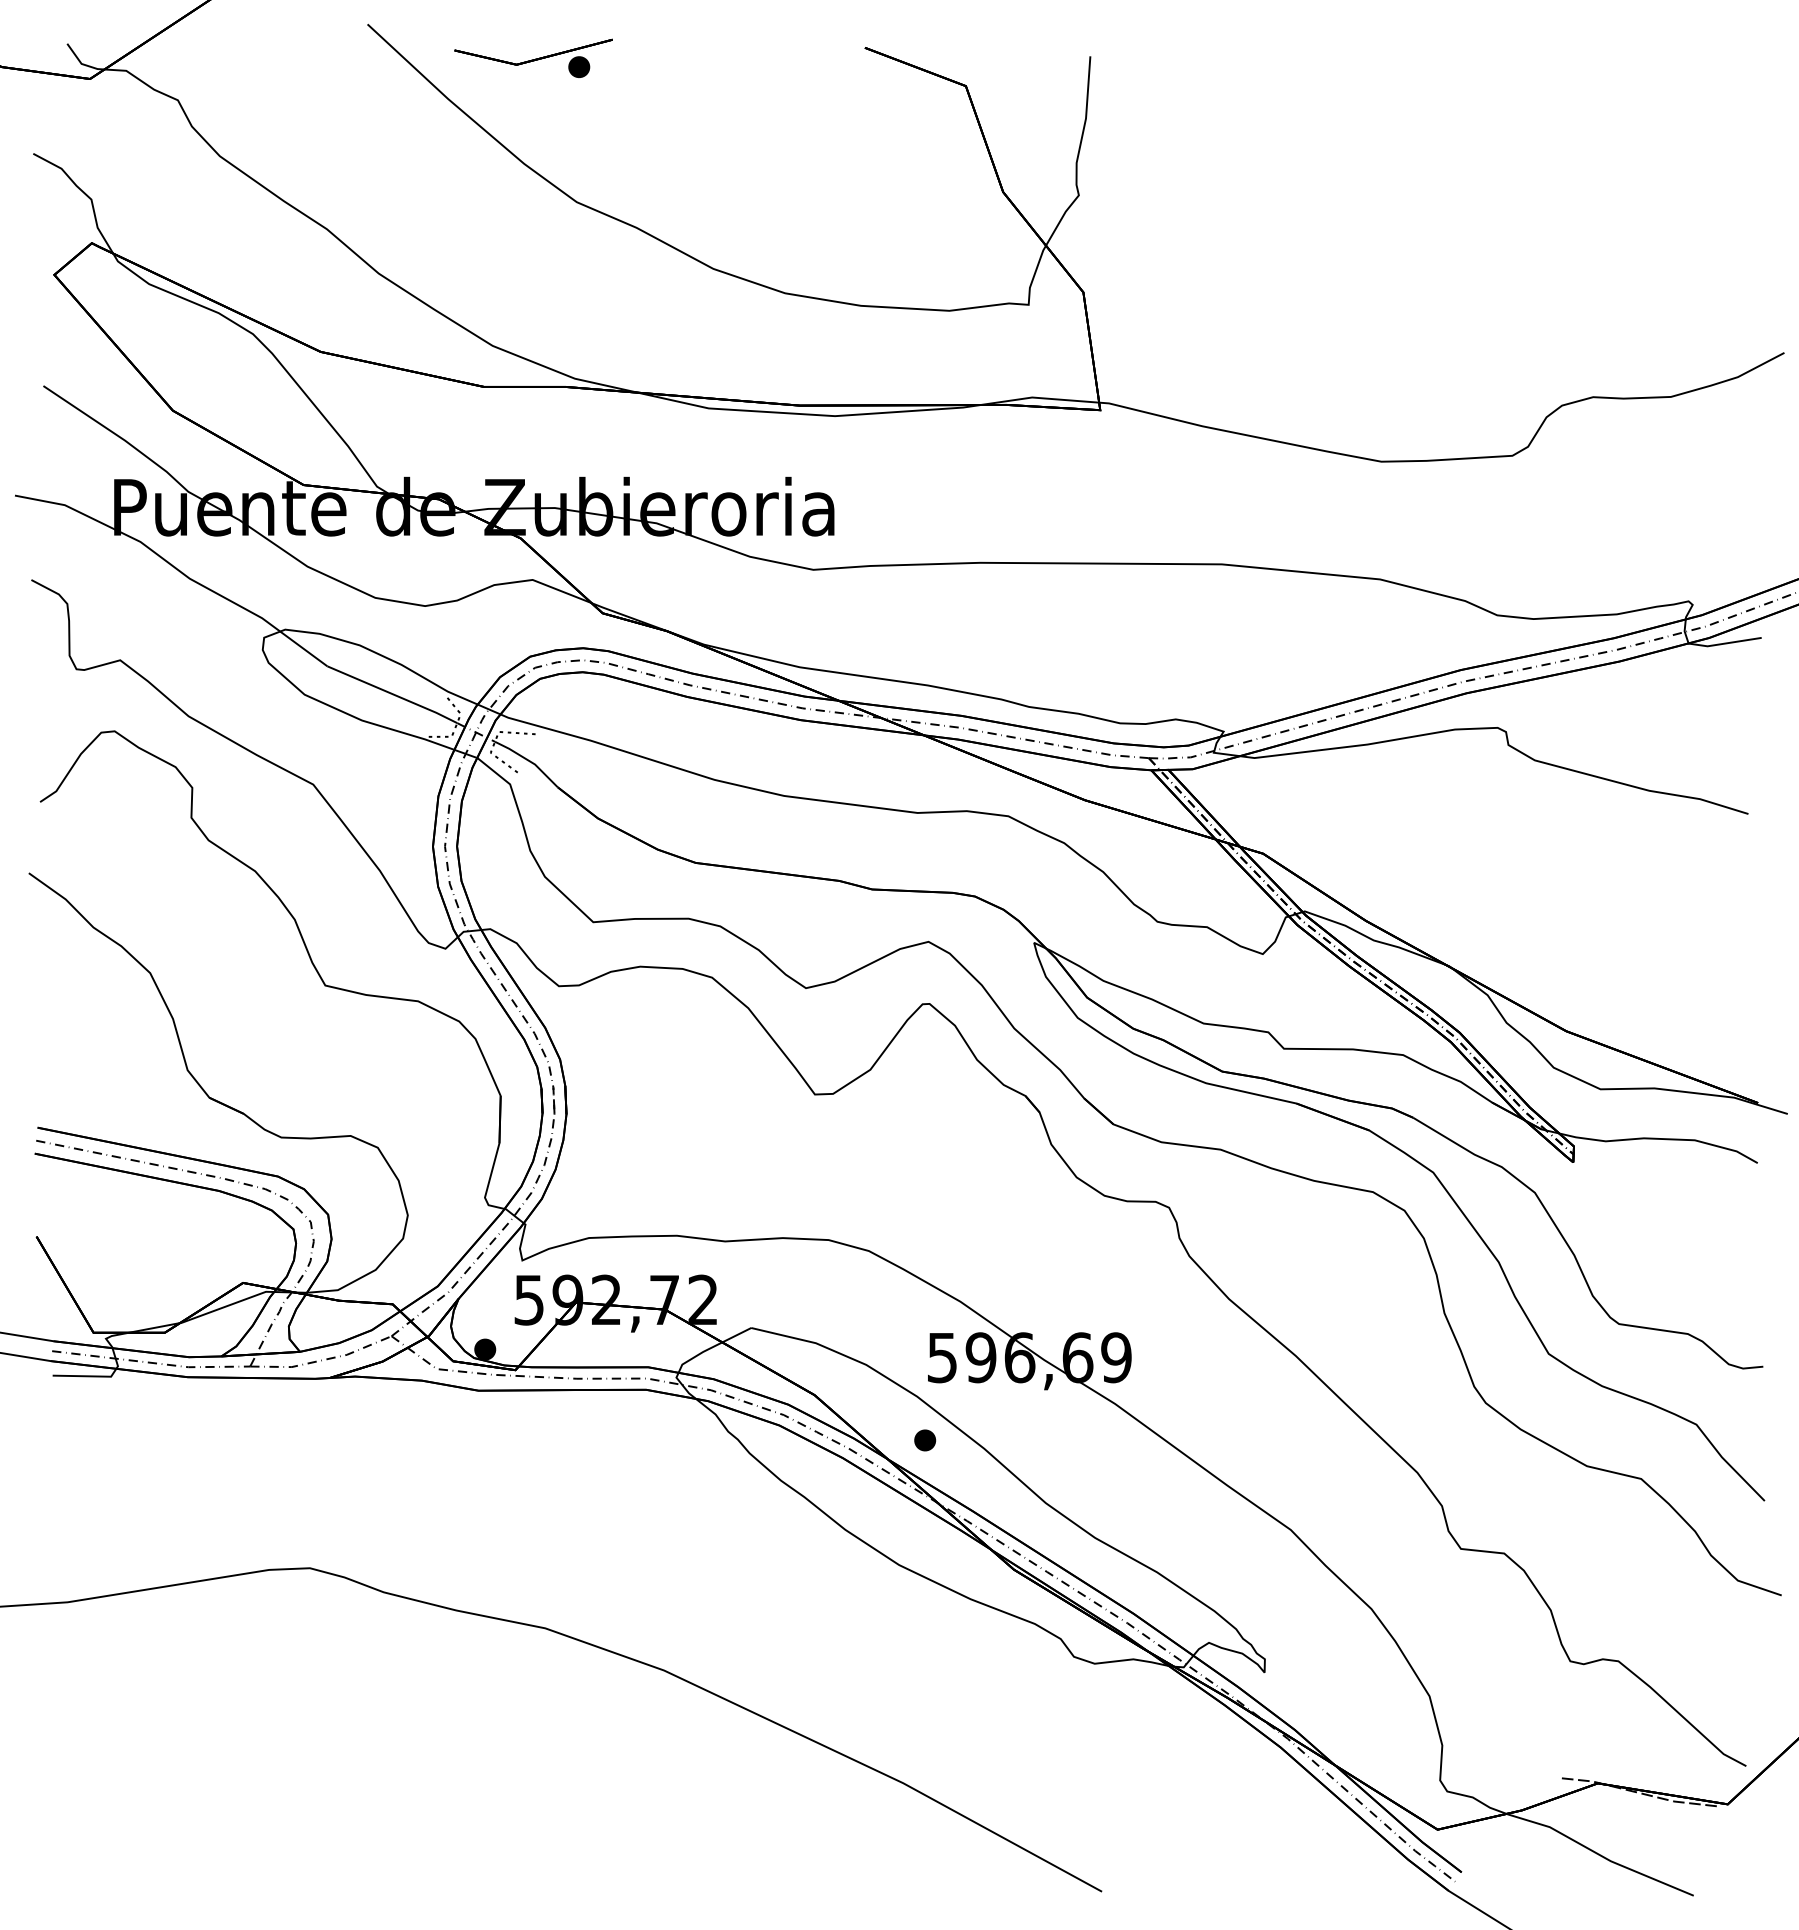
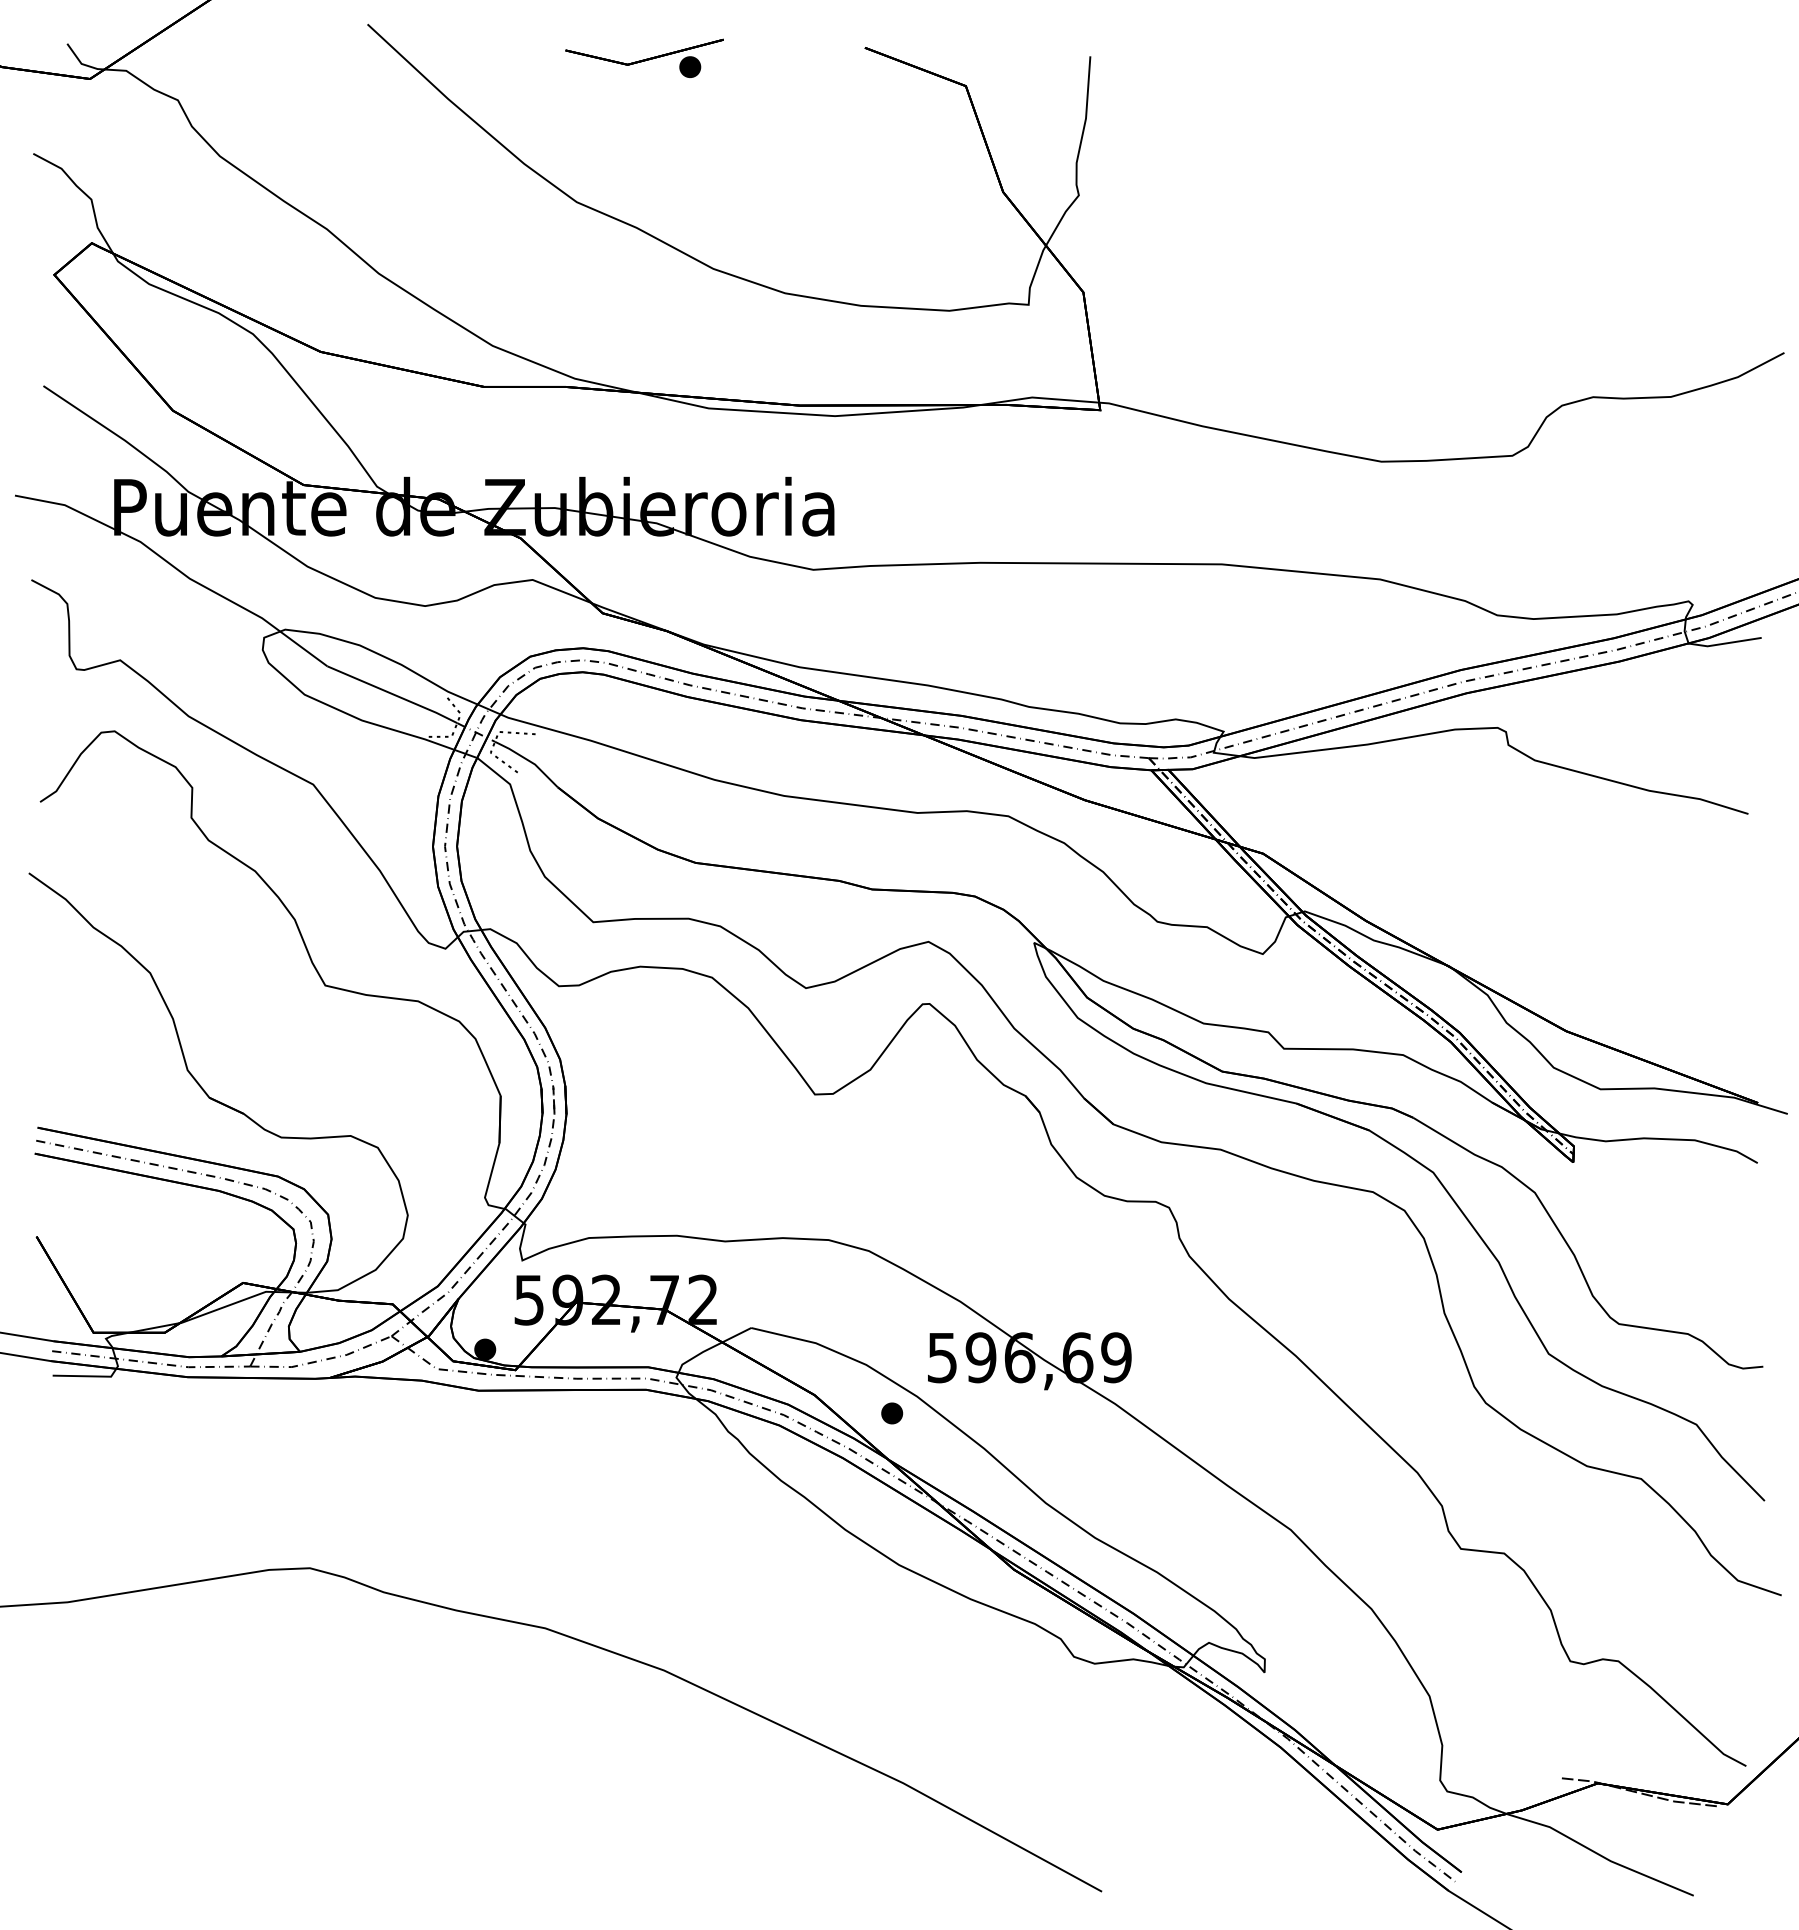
part at (533, 57) position: (533, 57) -> (644, 57)
part at (925, 1440) position: (925, 1440) -> (892, 1413)
